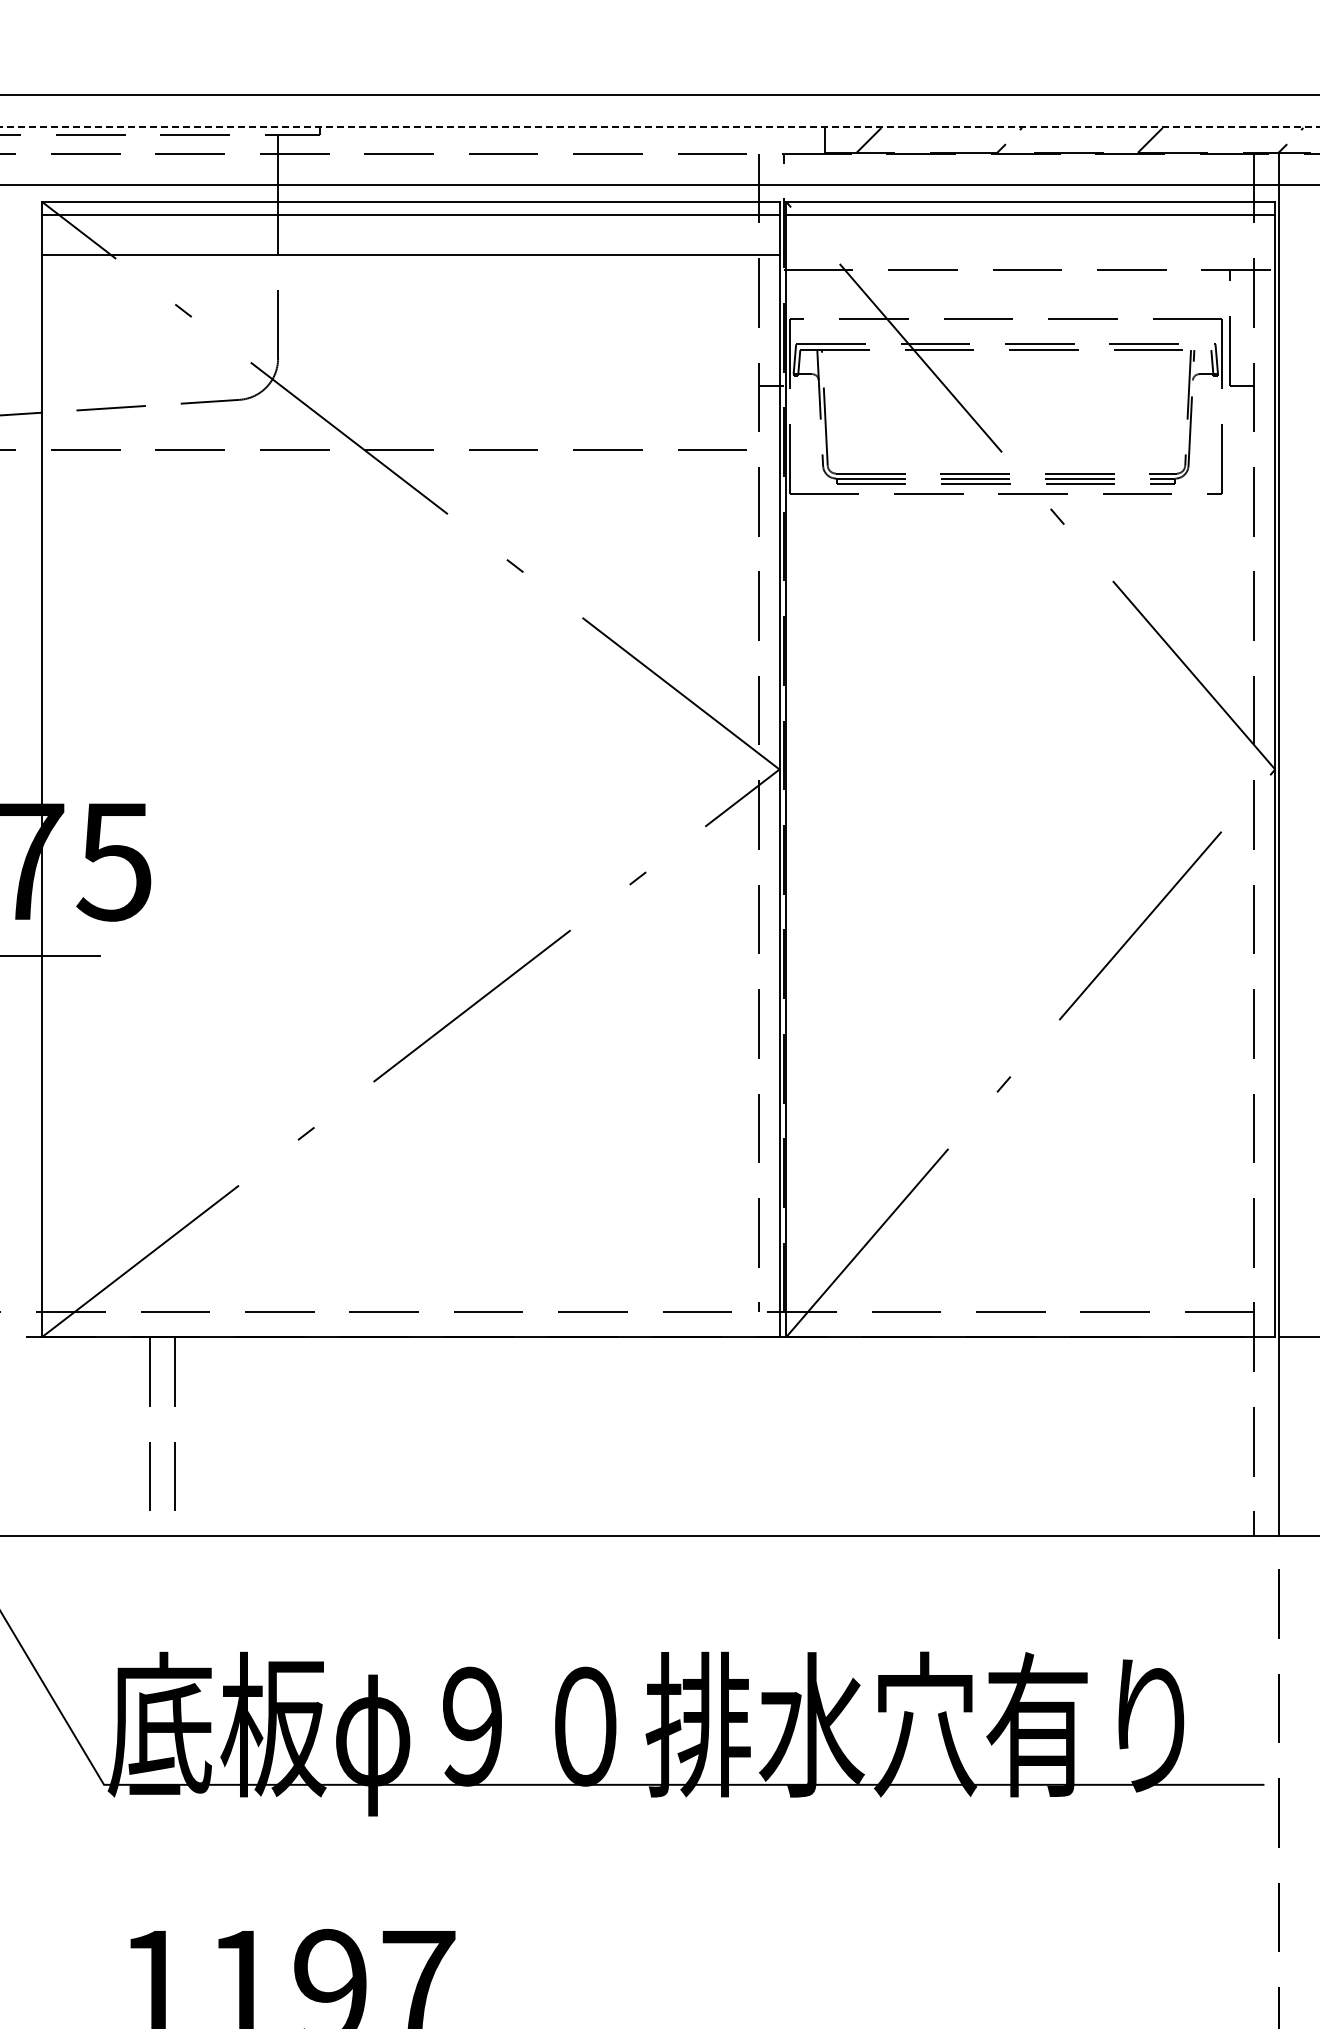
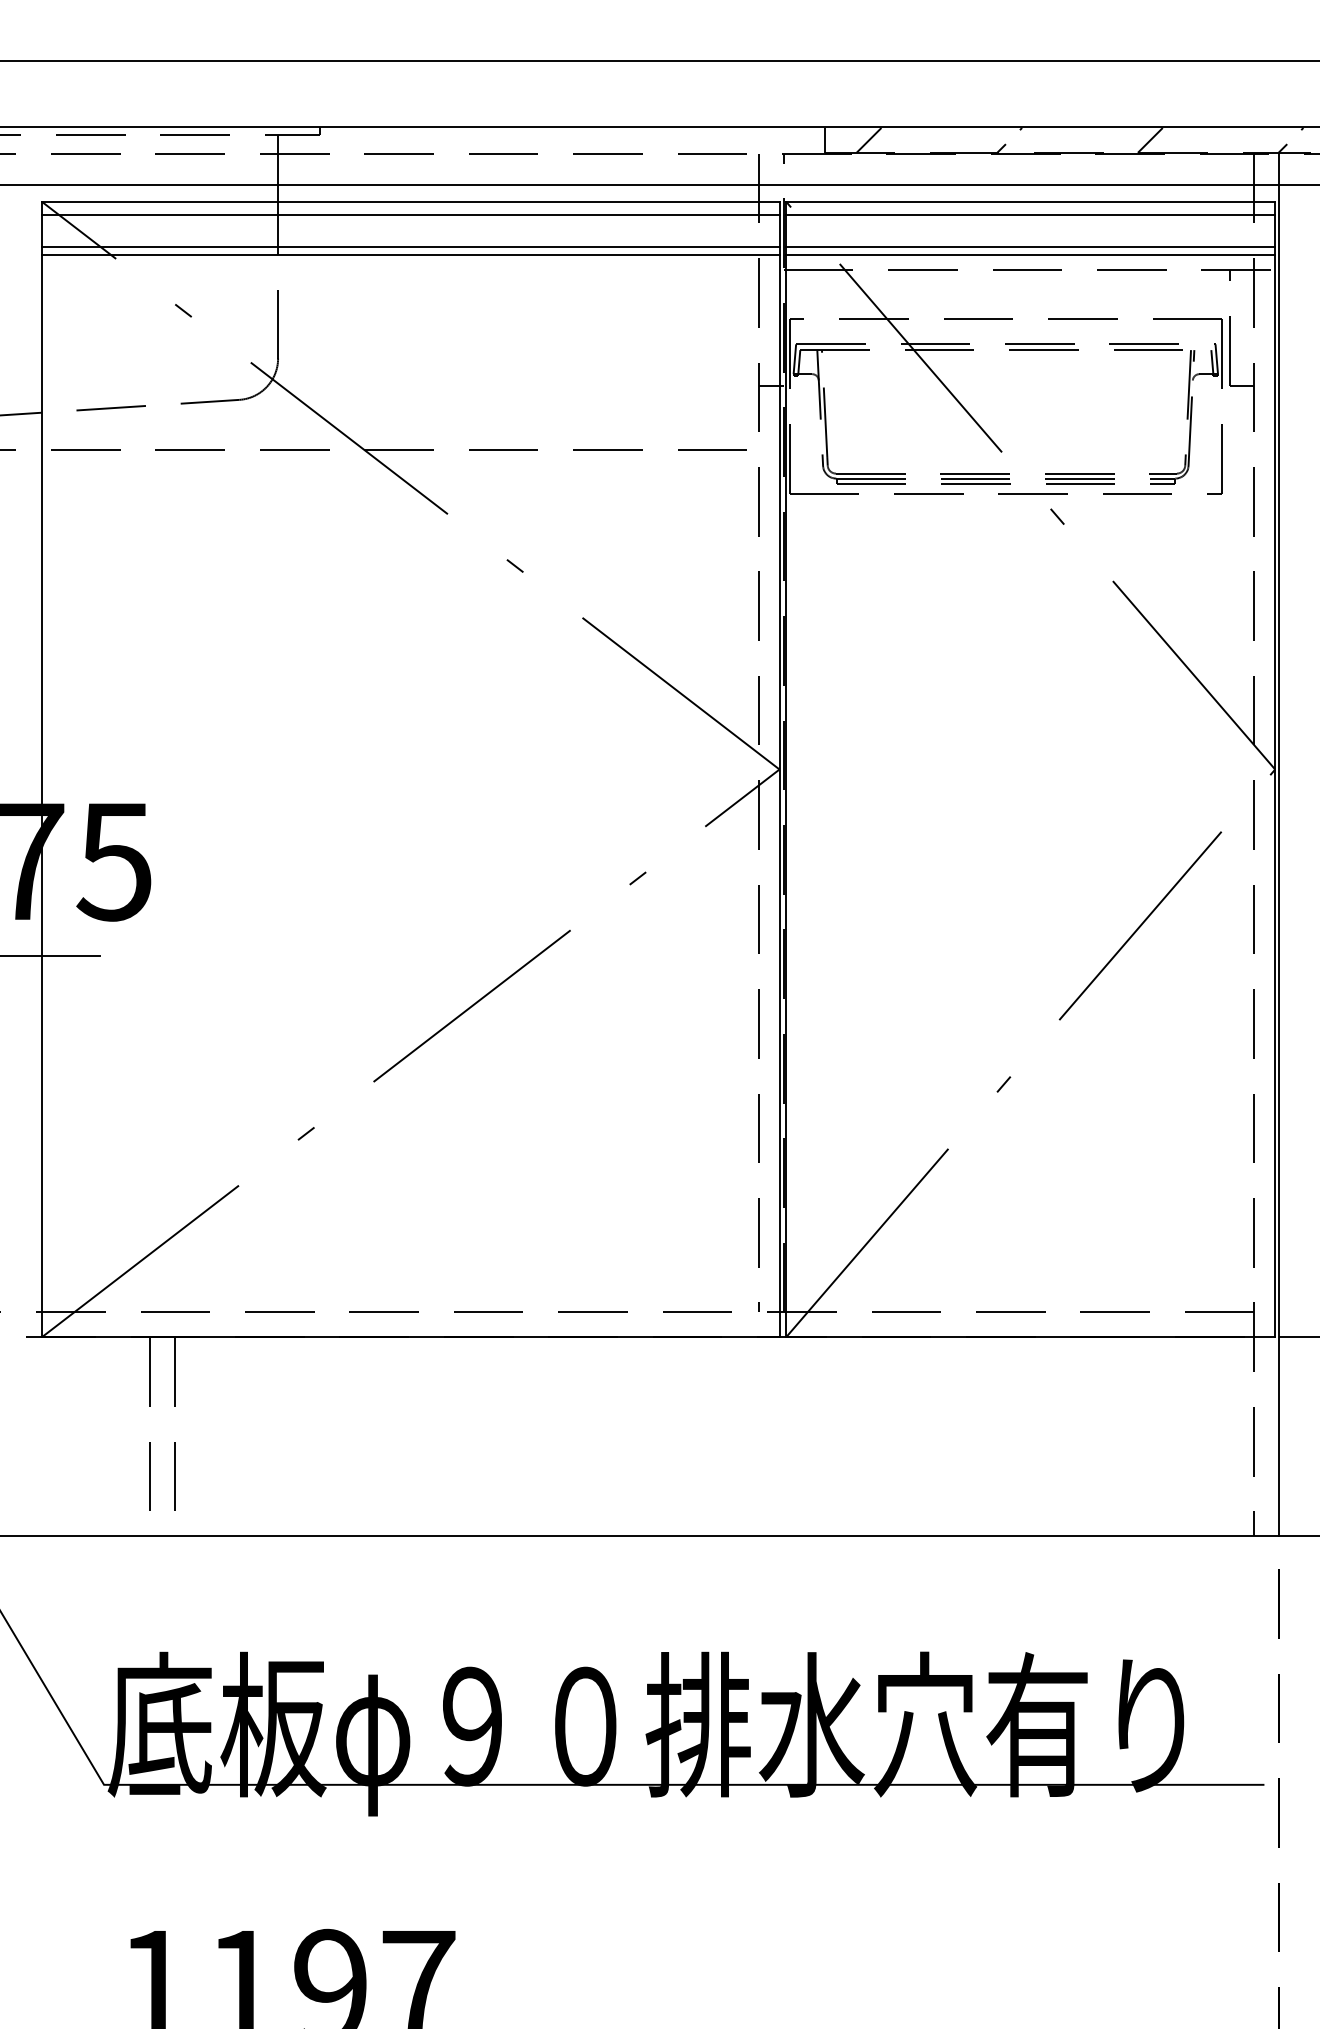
line at (659, 94) position: (659, 94) -> (659, 60)
line at (660, 127): dashed -> solid
line at (410, 246): none -> present
line at (1030, 246): none -> present
line at (1030, 254): none -> present
